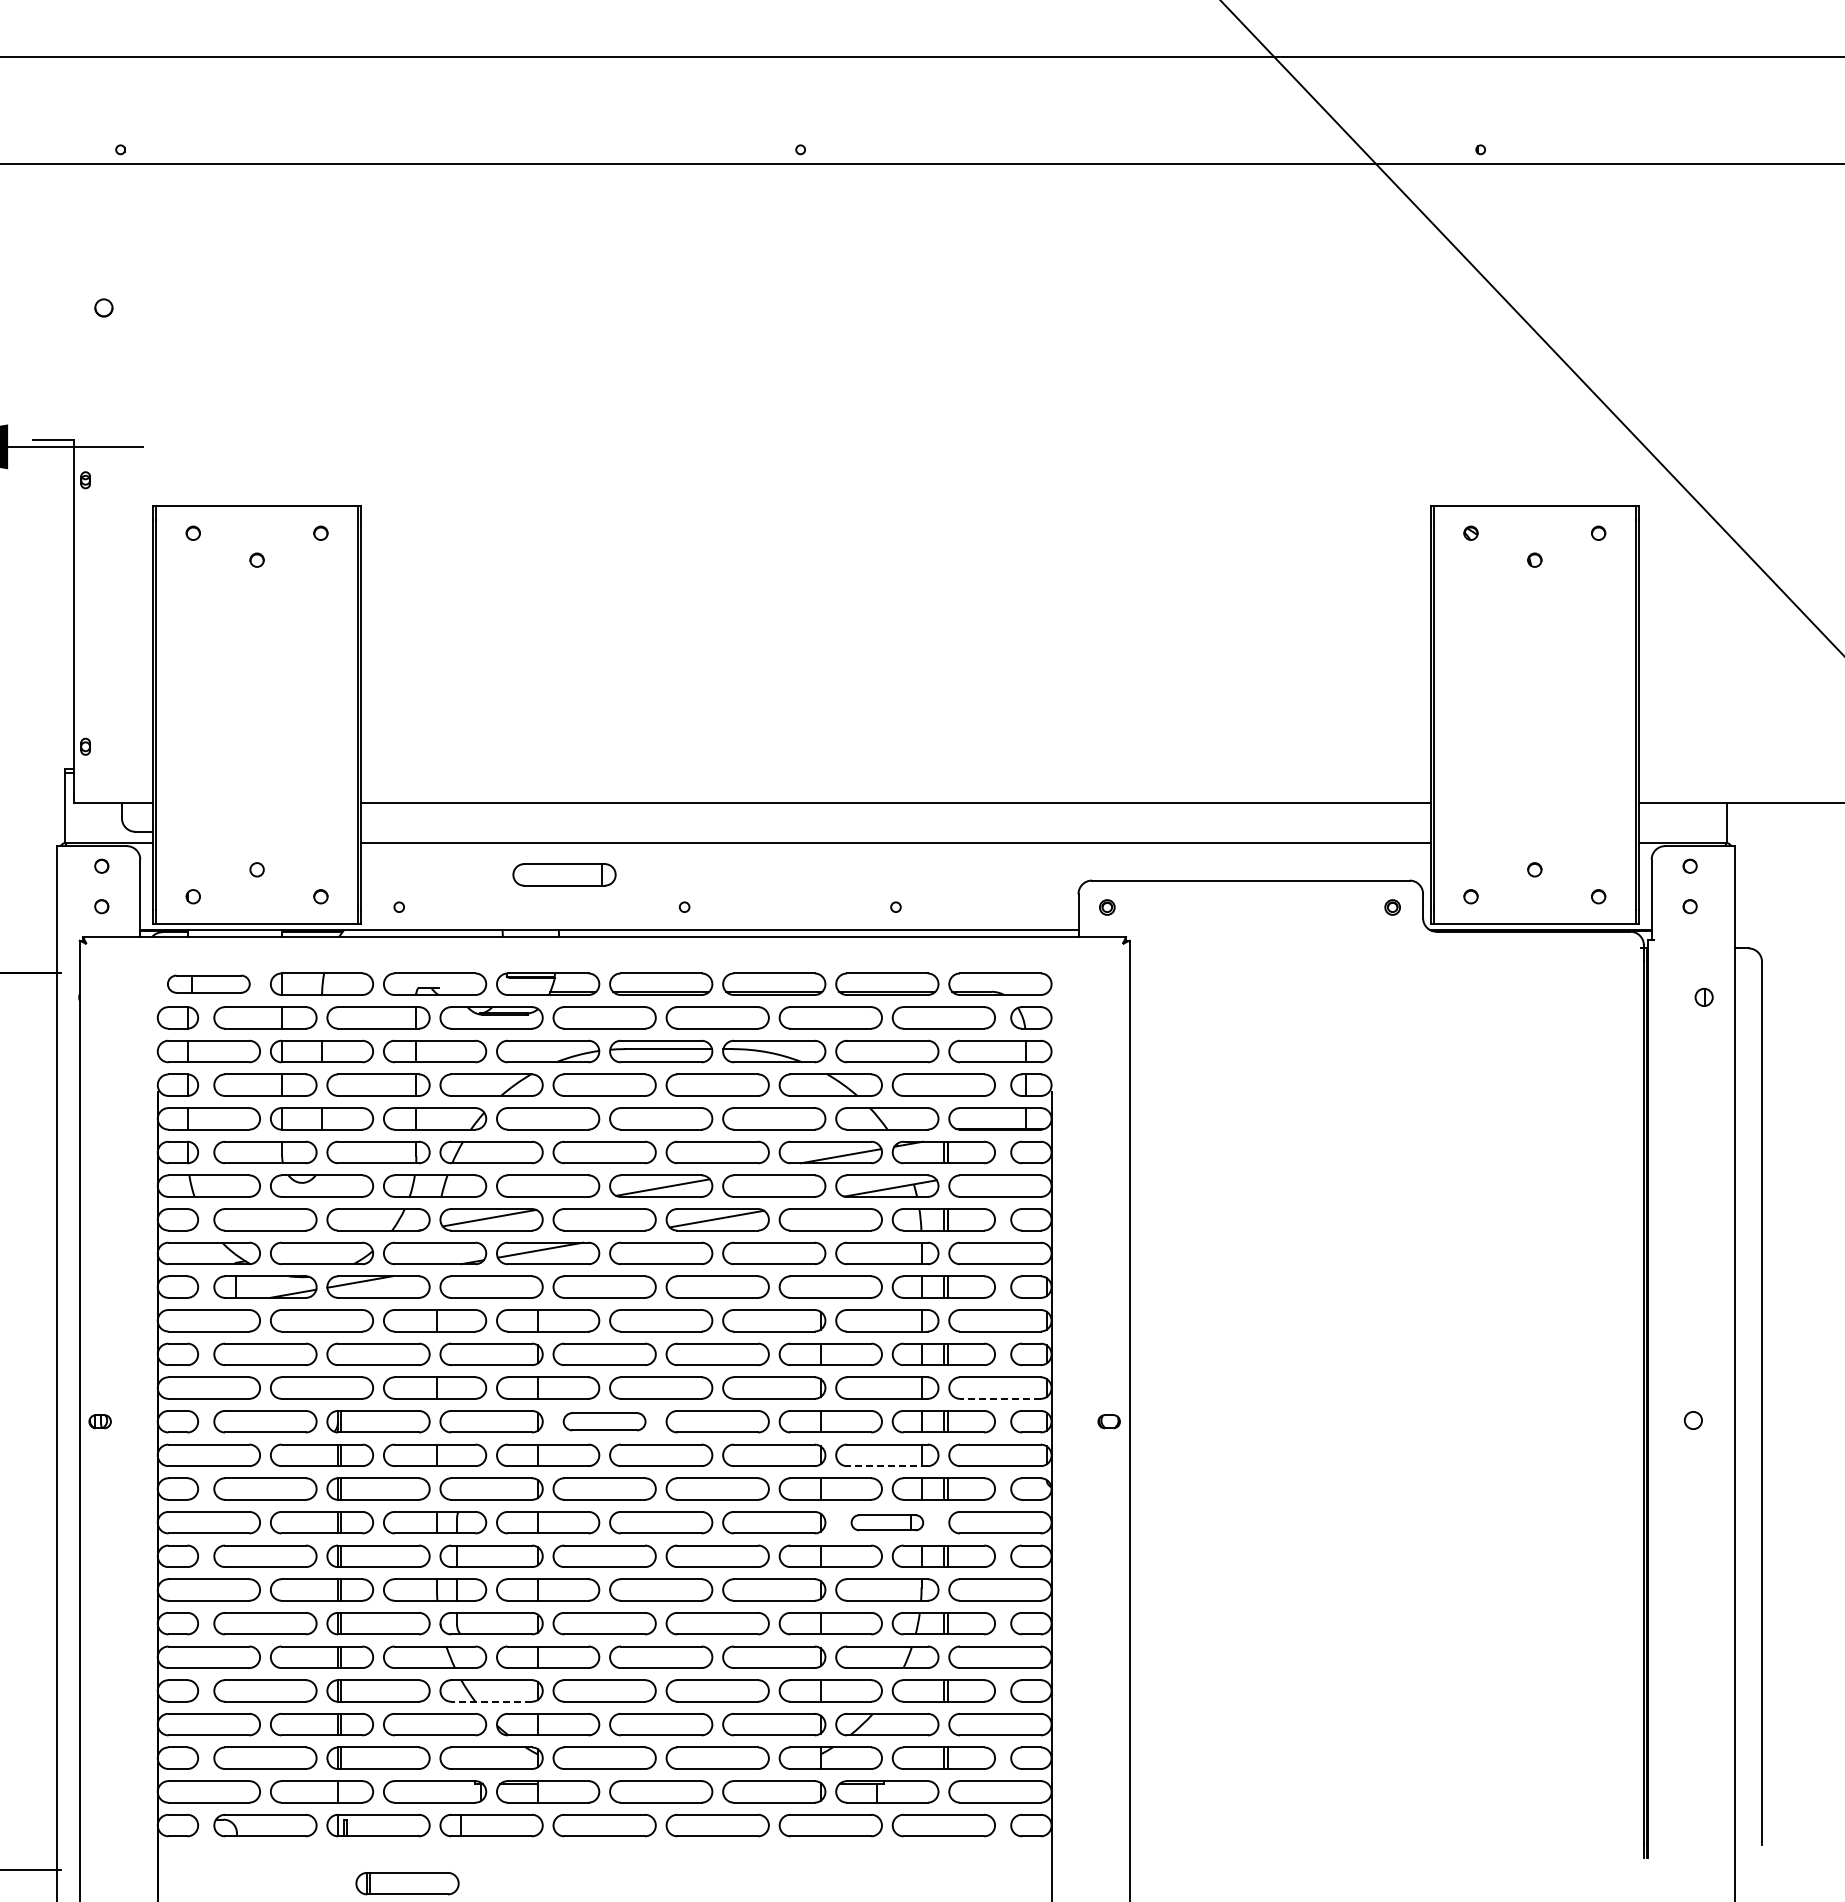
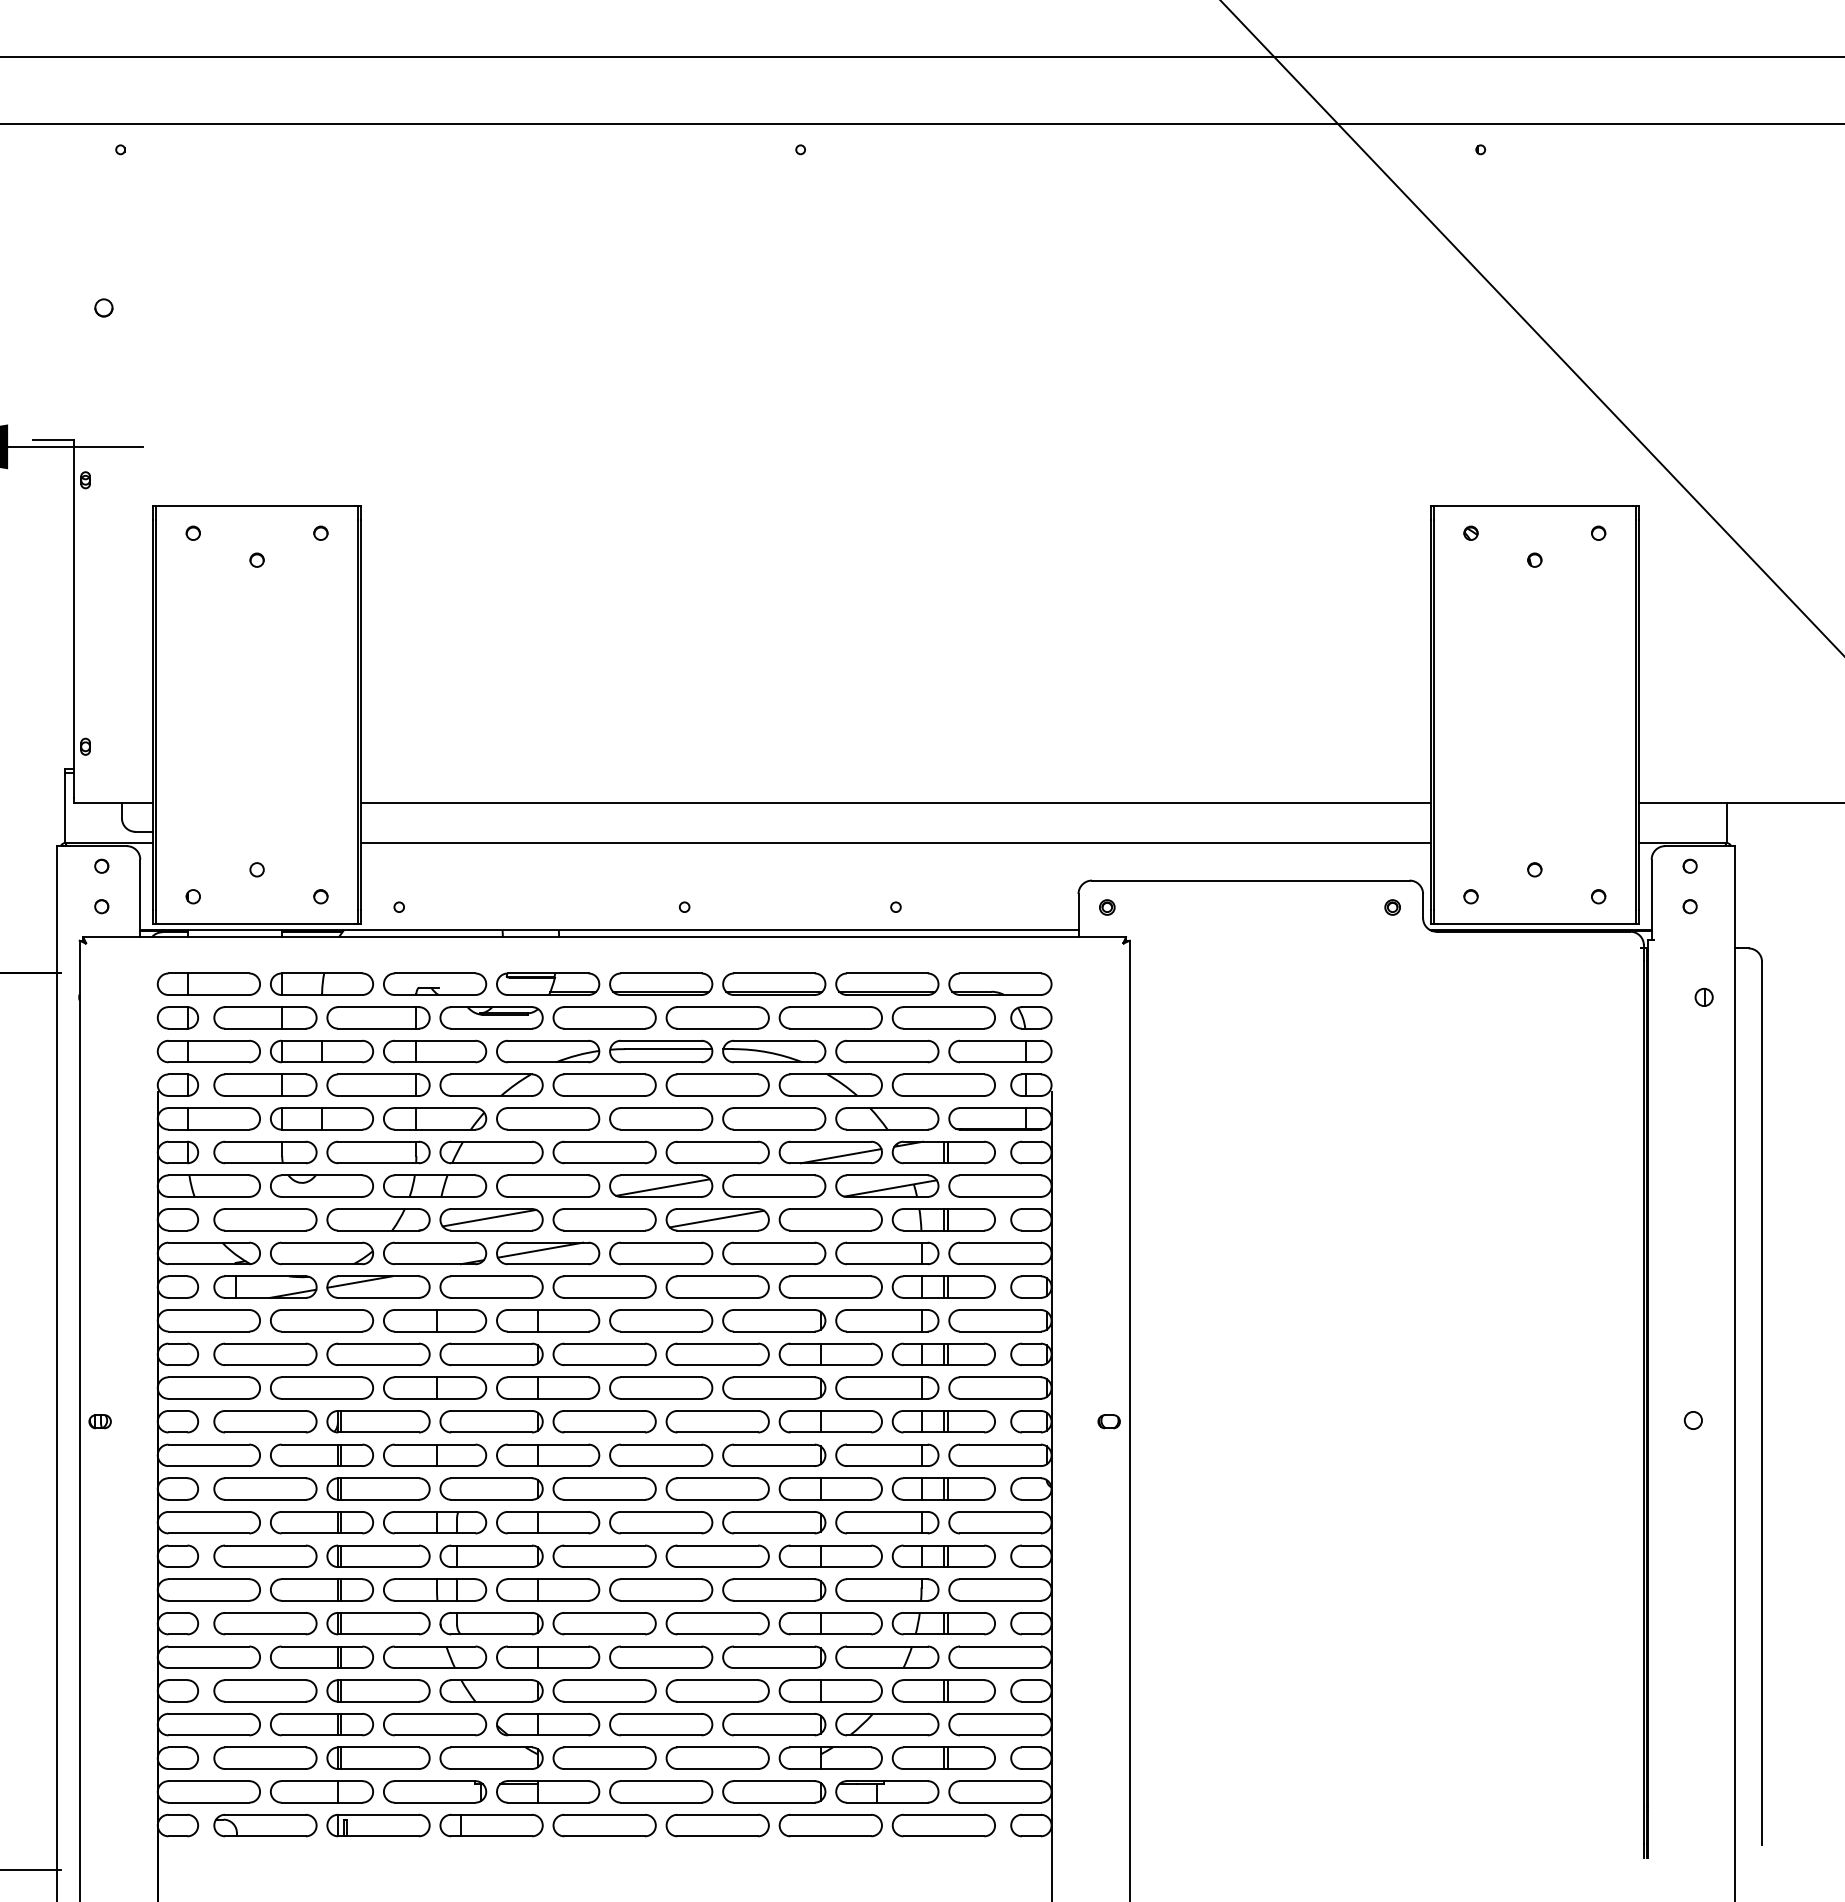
line at (921, 164) position: (921, 164) -> (921, 124)
part at (564, 874): present -> none
part at (208, 983) size: 84x20 px -> 105x24 px
line at (999, 1398): dashed -> solid
part at (604, 1421) size: 85x20 px -> 105x24 px
line at (886, 1466): dashed -> solid
part at (887, 1522) size: 75x18 px -> 105x24 px
line at (491, 1701): dashed -> solid
part at (407, 1883): present -> none
